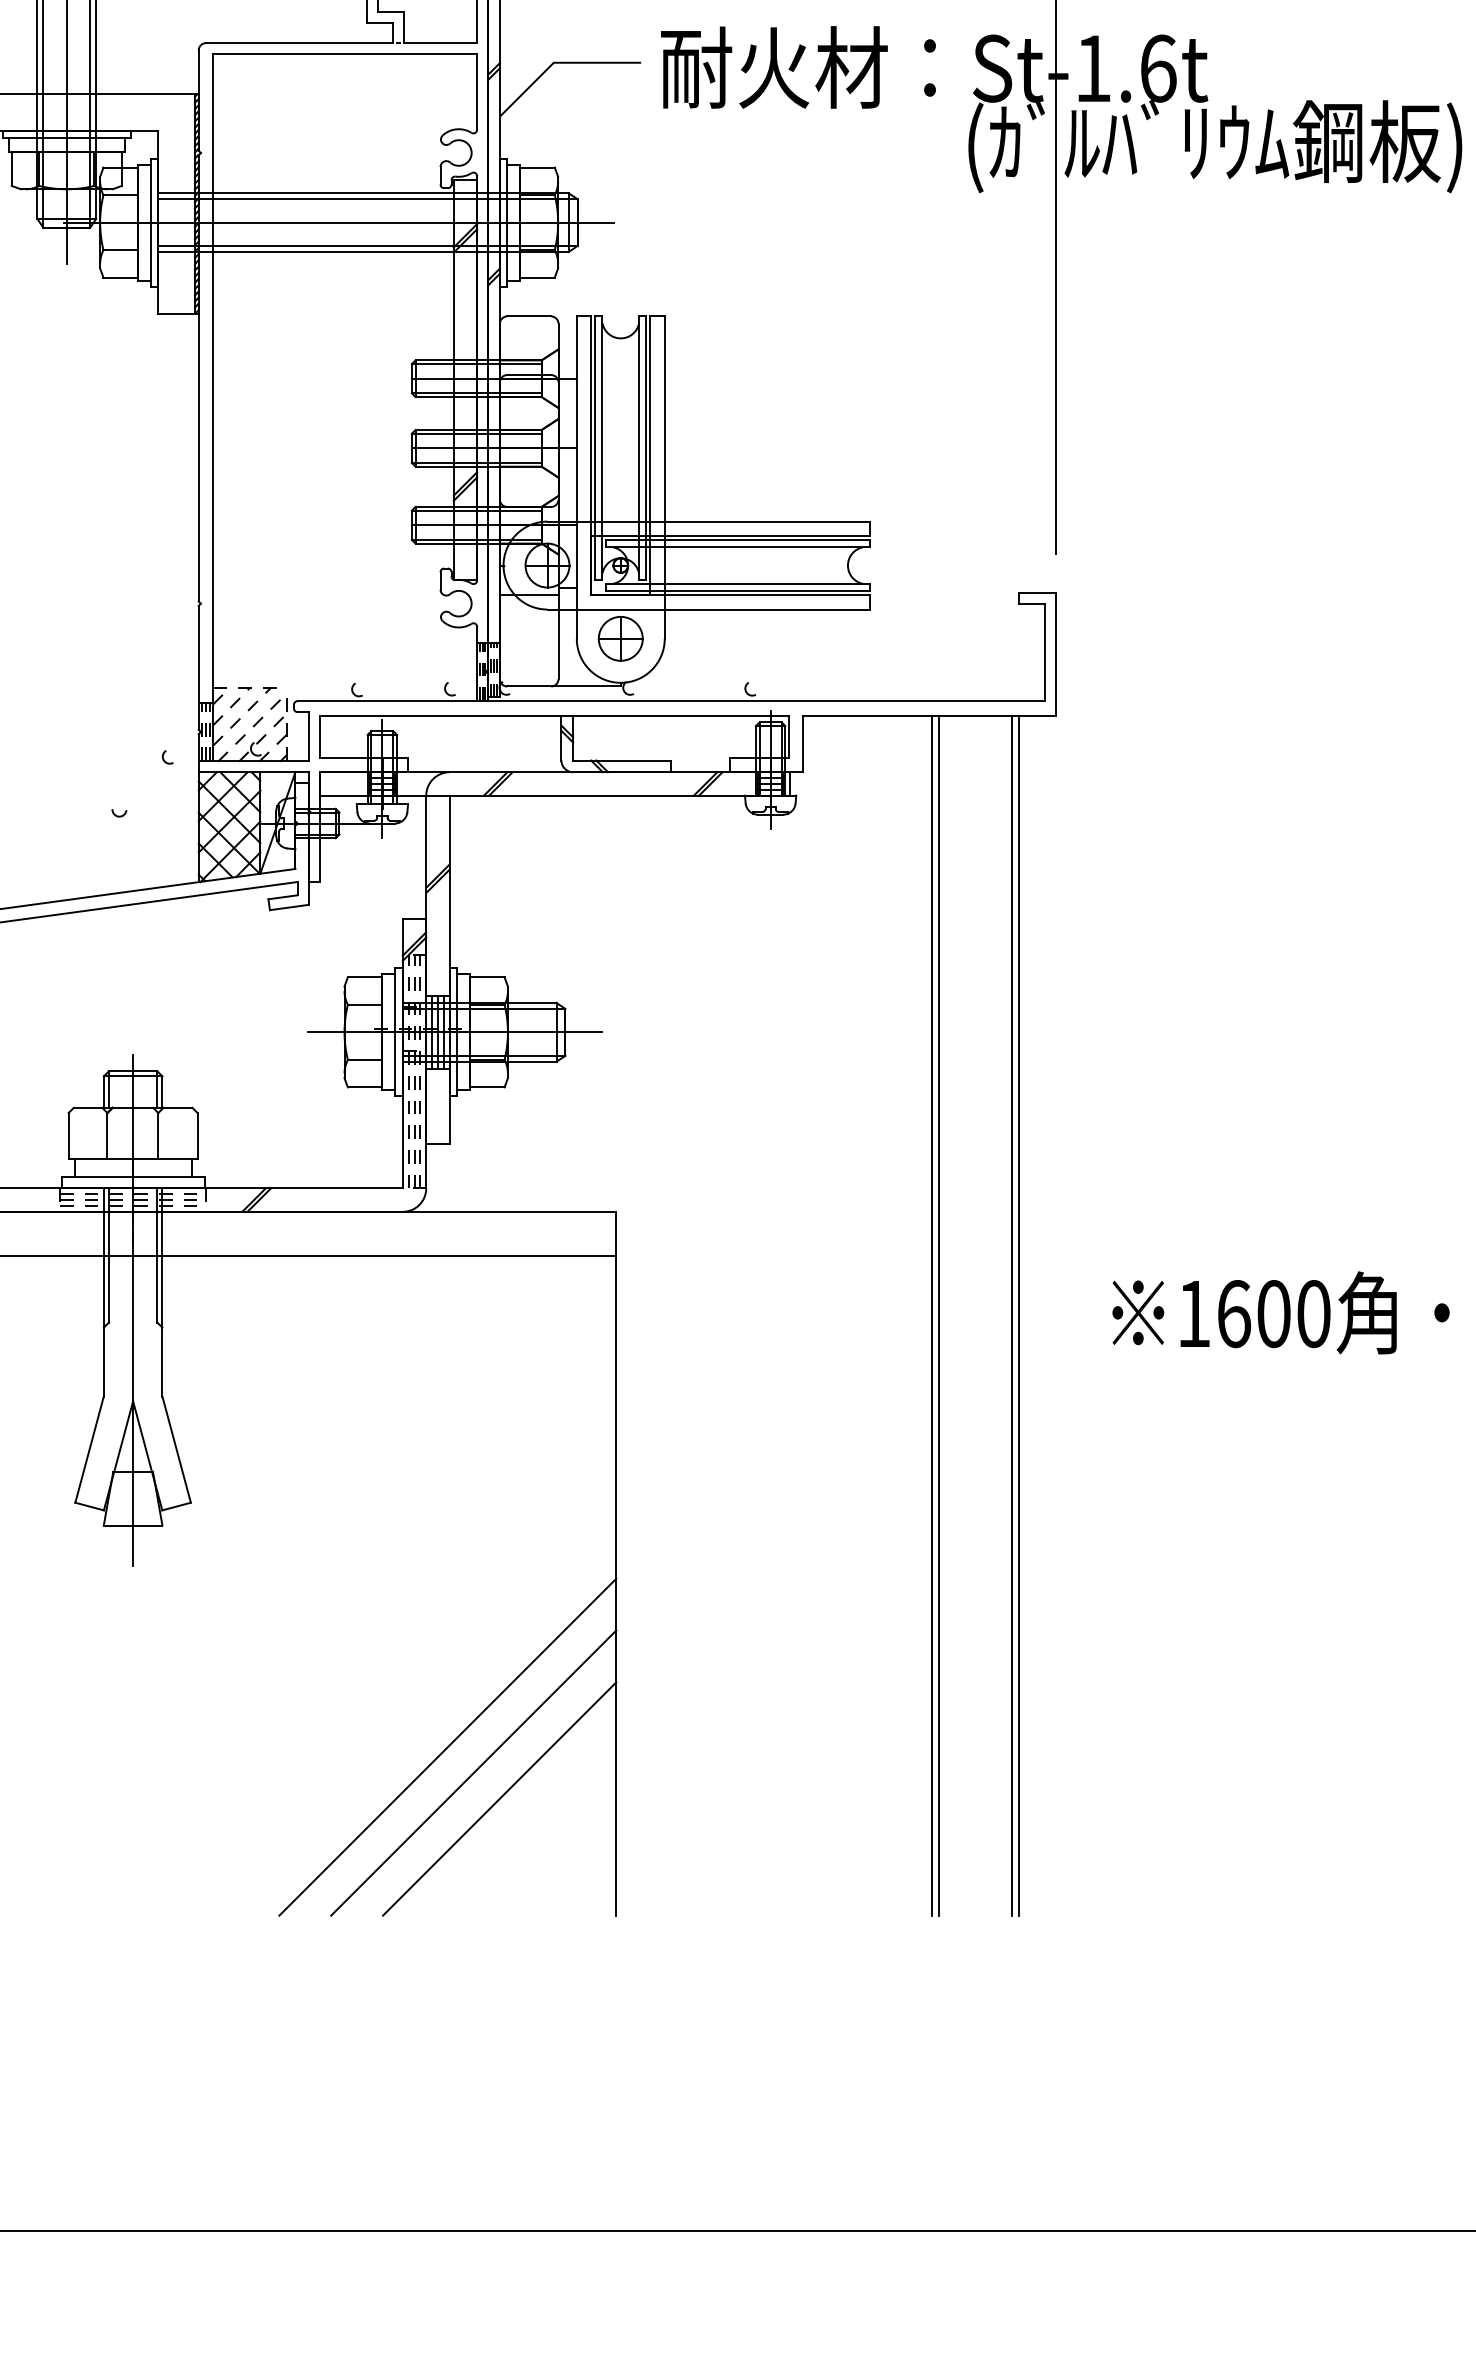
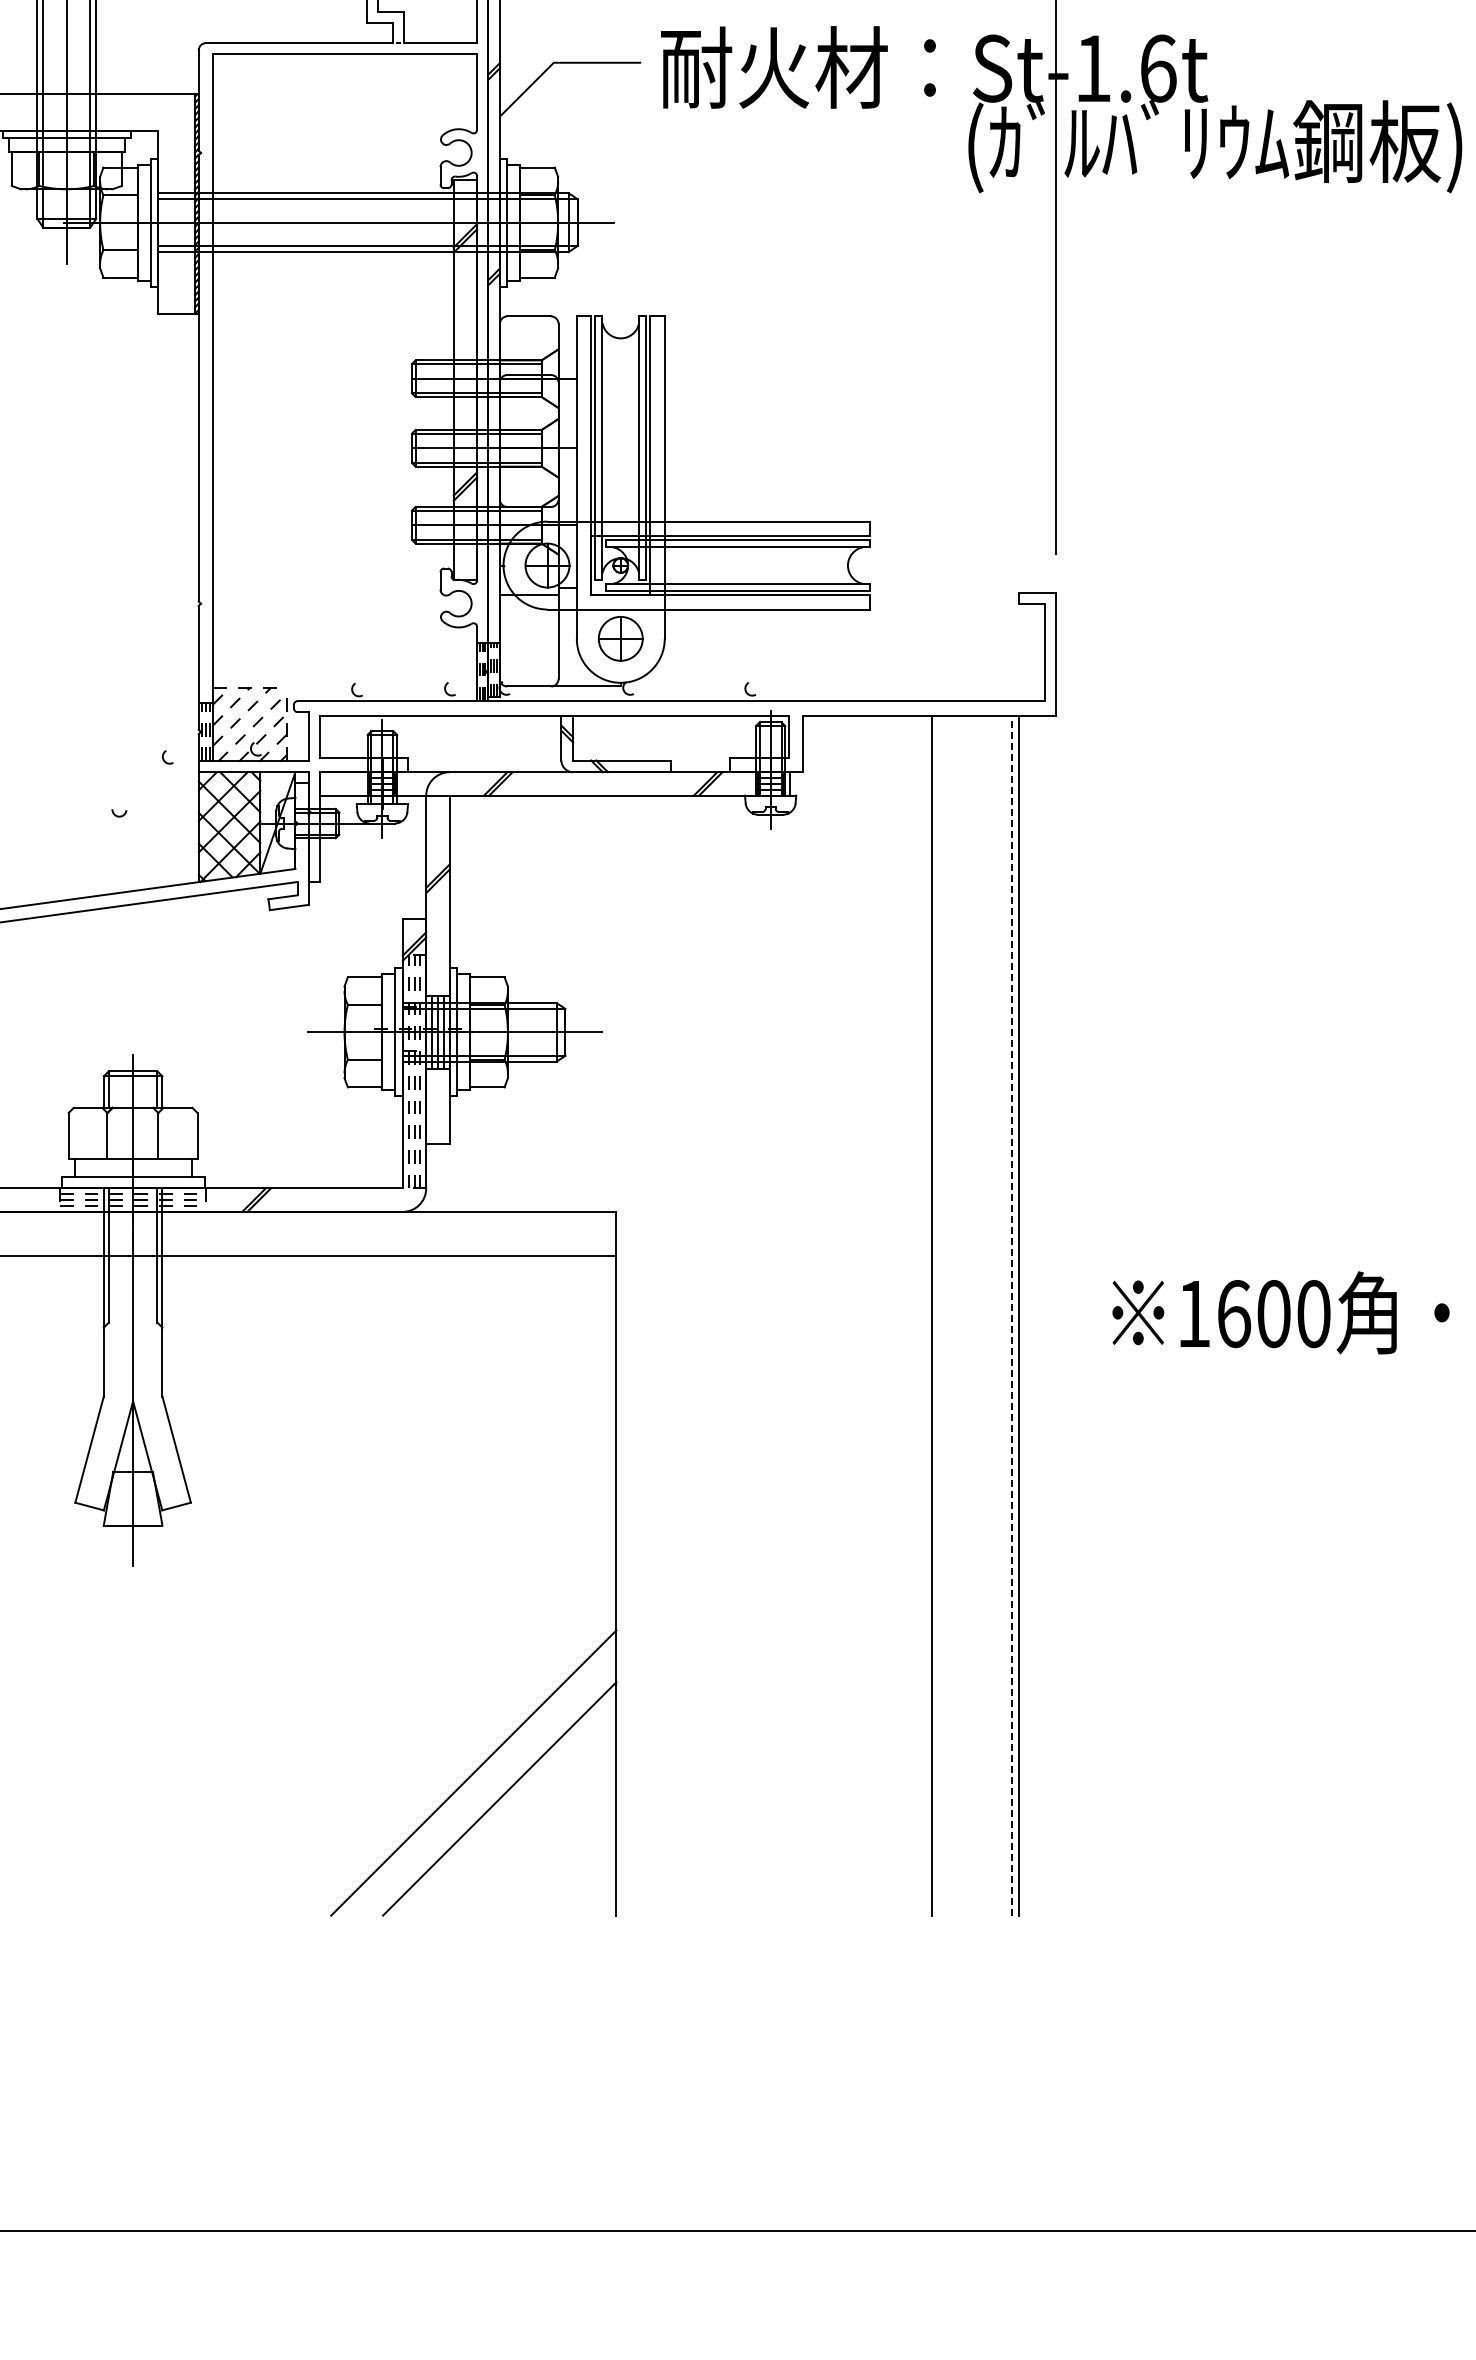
line at (938, 1315): present -> none
line at (1012, 1315): solid -> dashed
line at (447, 1746): present -> none
